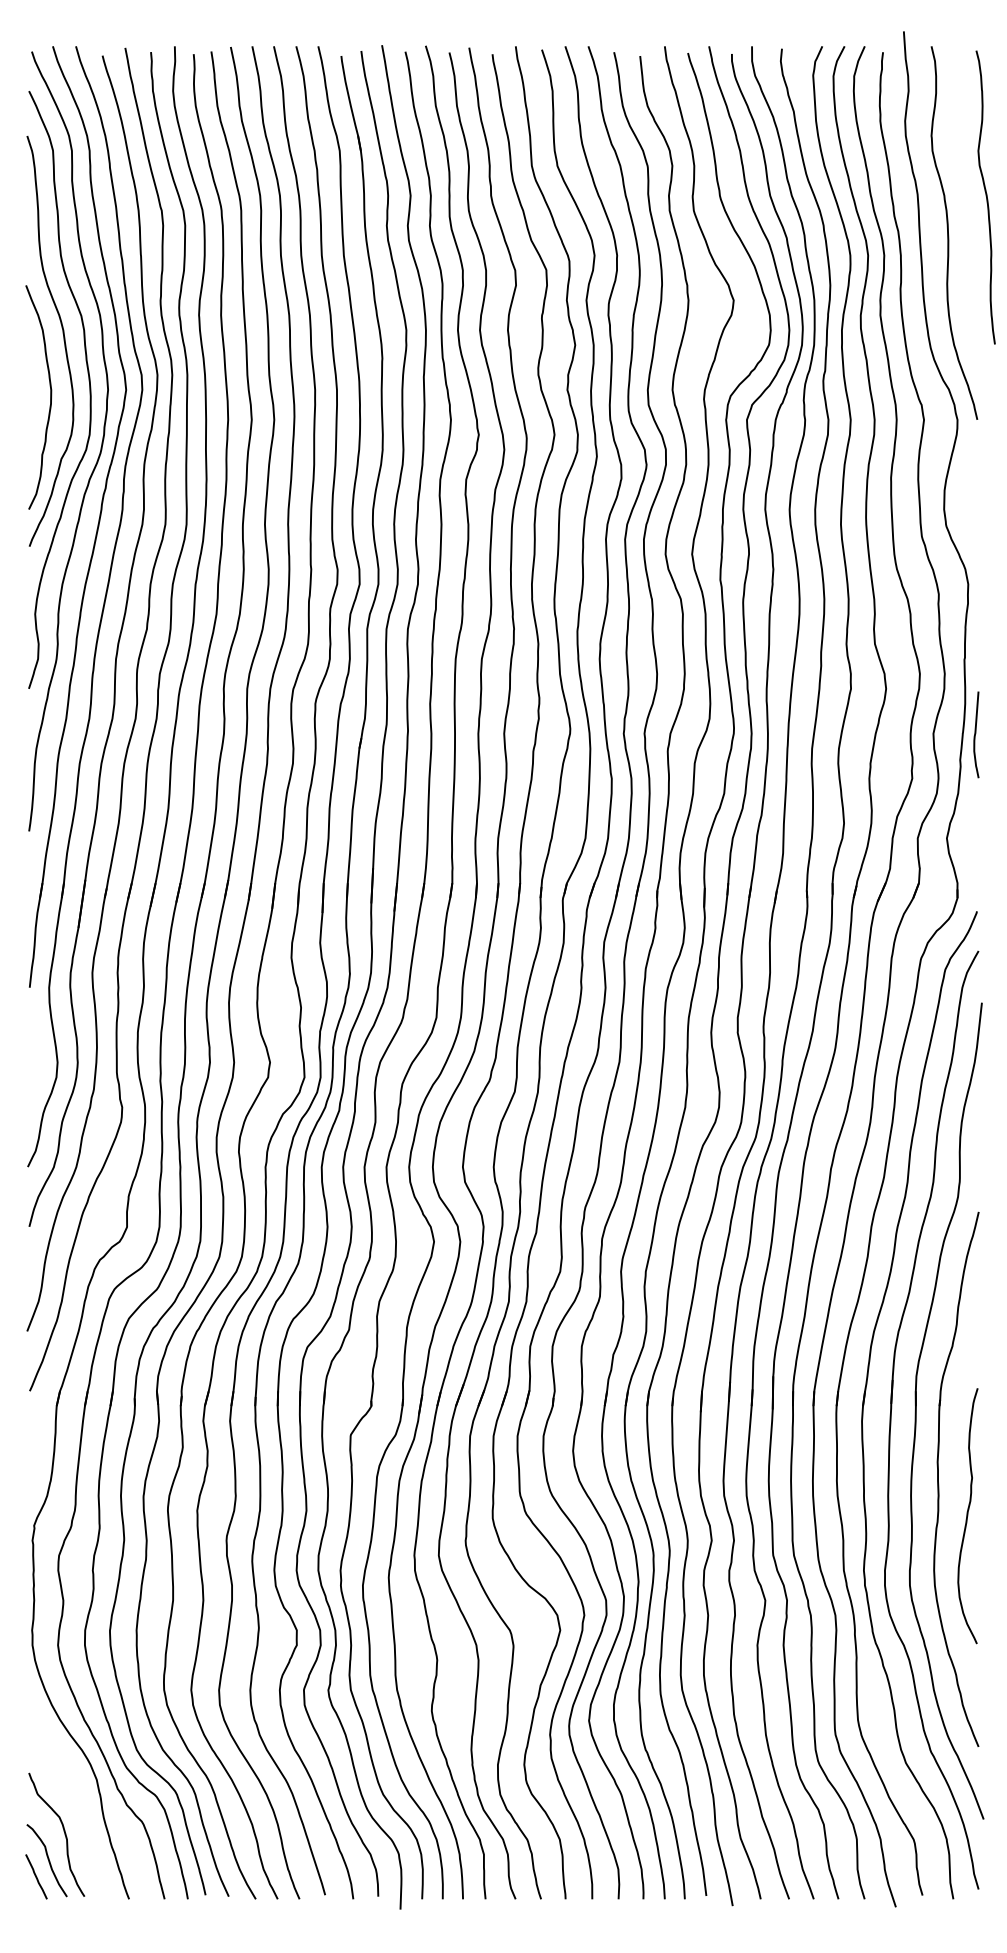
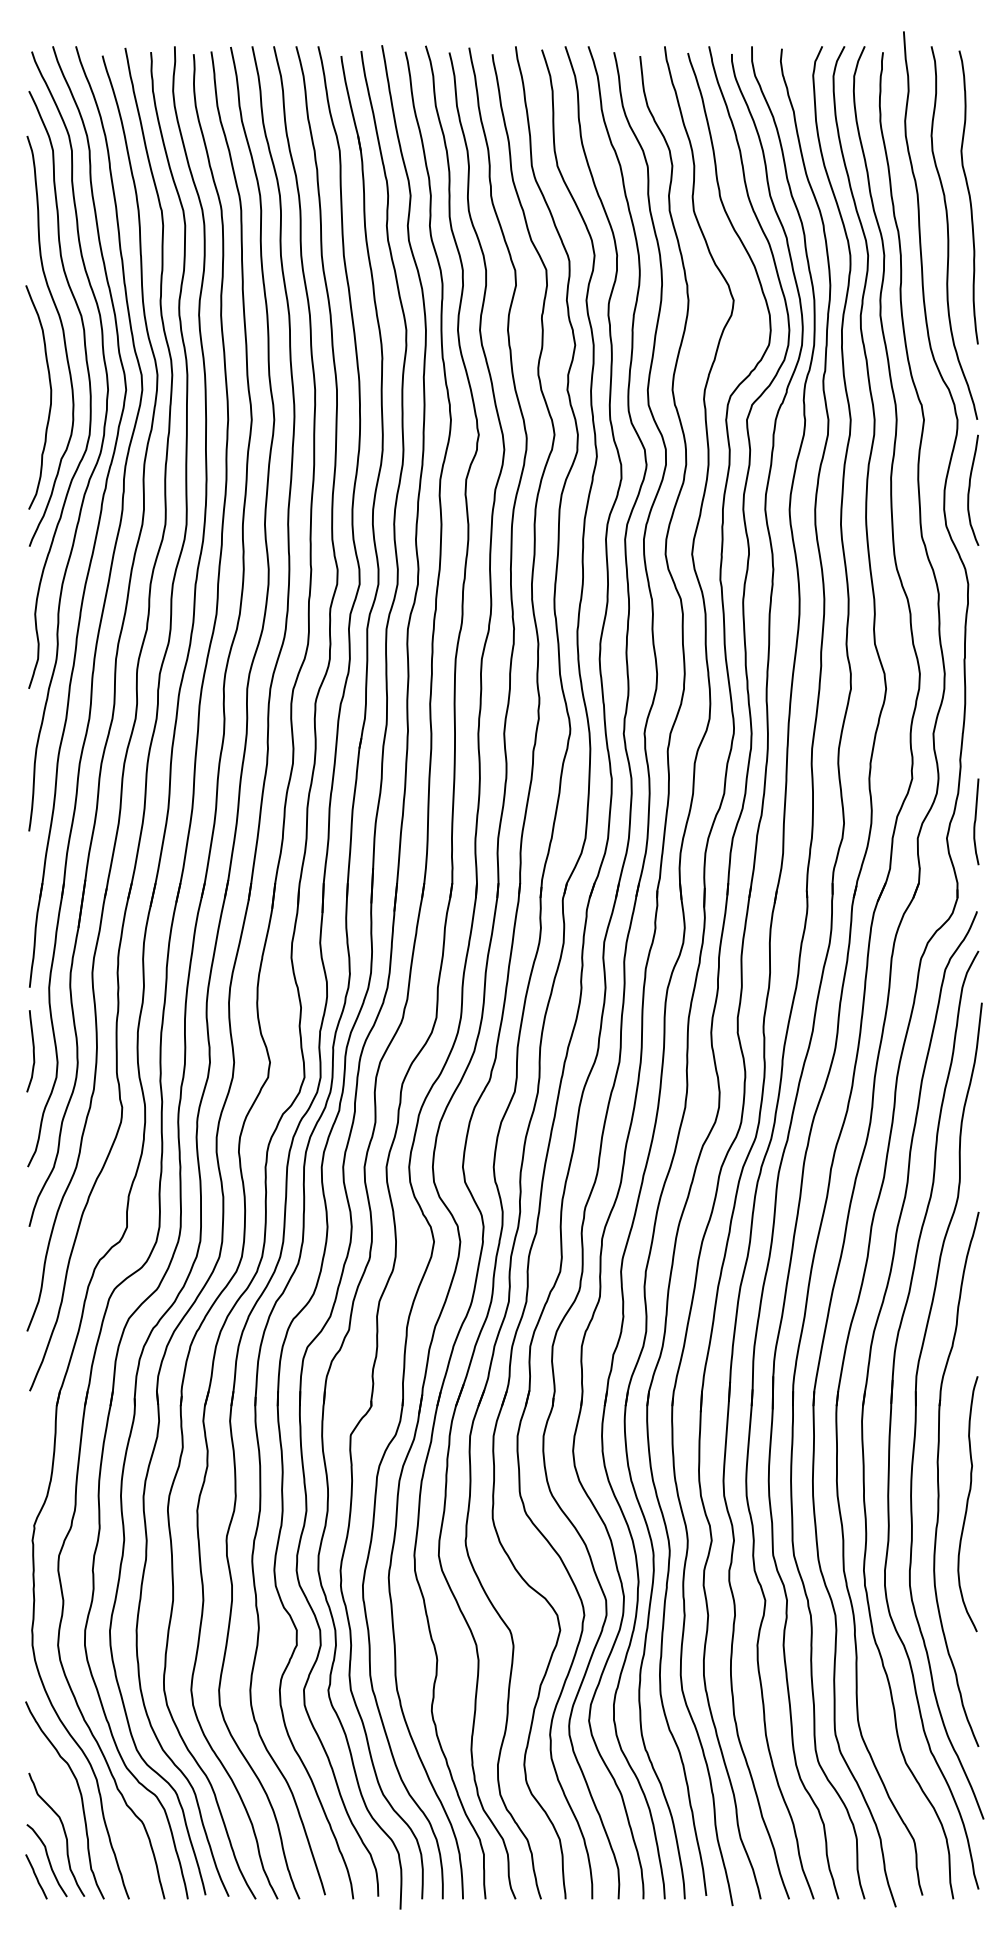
curve at (985, 196) position: (985, 196) -> (968, 196)
curve at (970, 488): none -> present
curve at (976, 733) position: (976, 733) -> (976, 820)
curve at (32, 1051): none -> present
curve at (967, 1516) position: (967, 1516) -> (967, 1504)
curve at (80, 1797): none -> present
